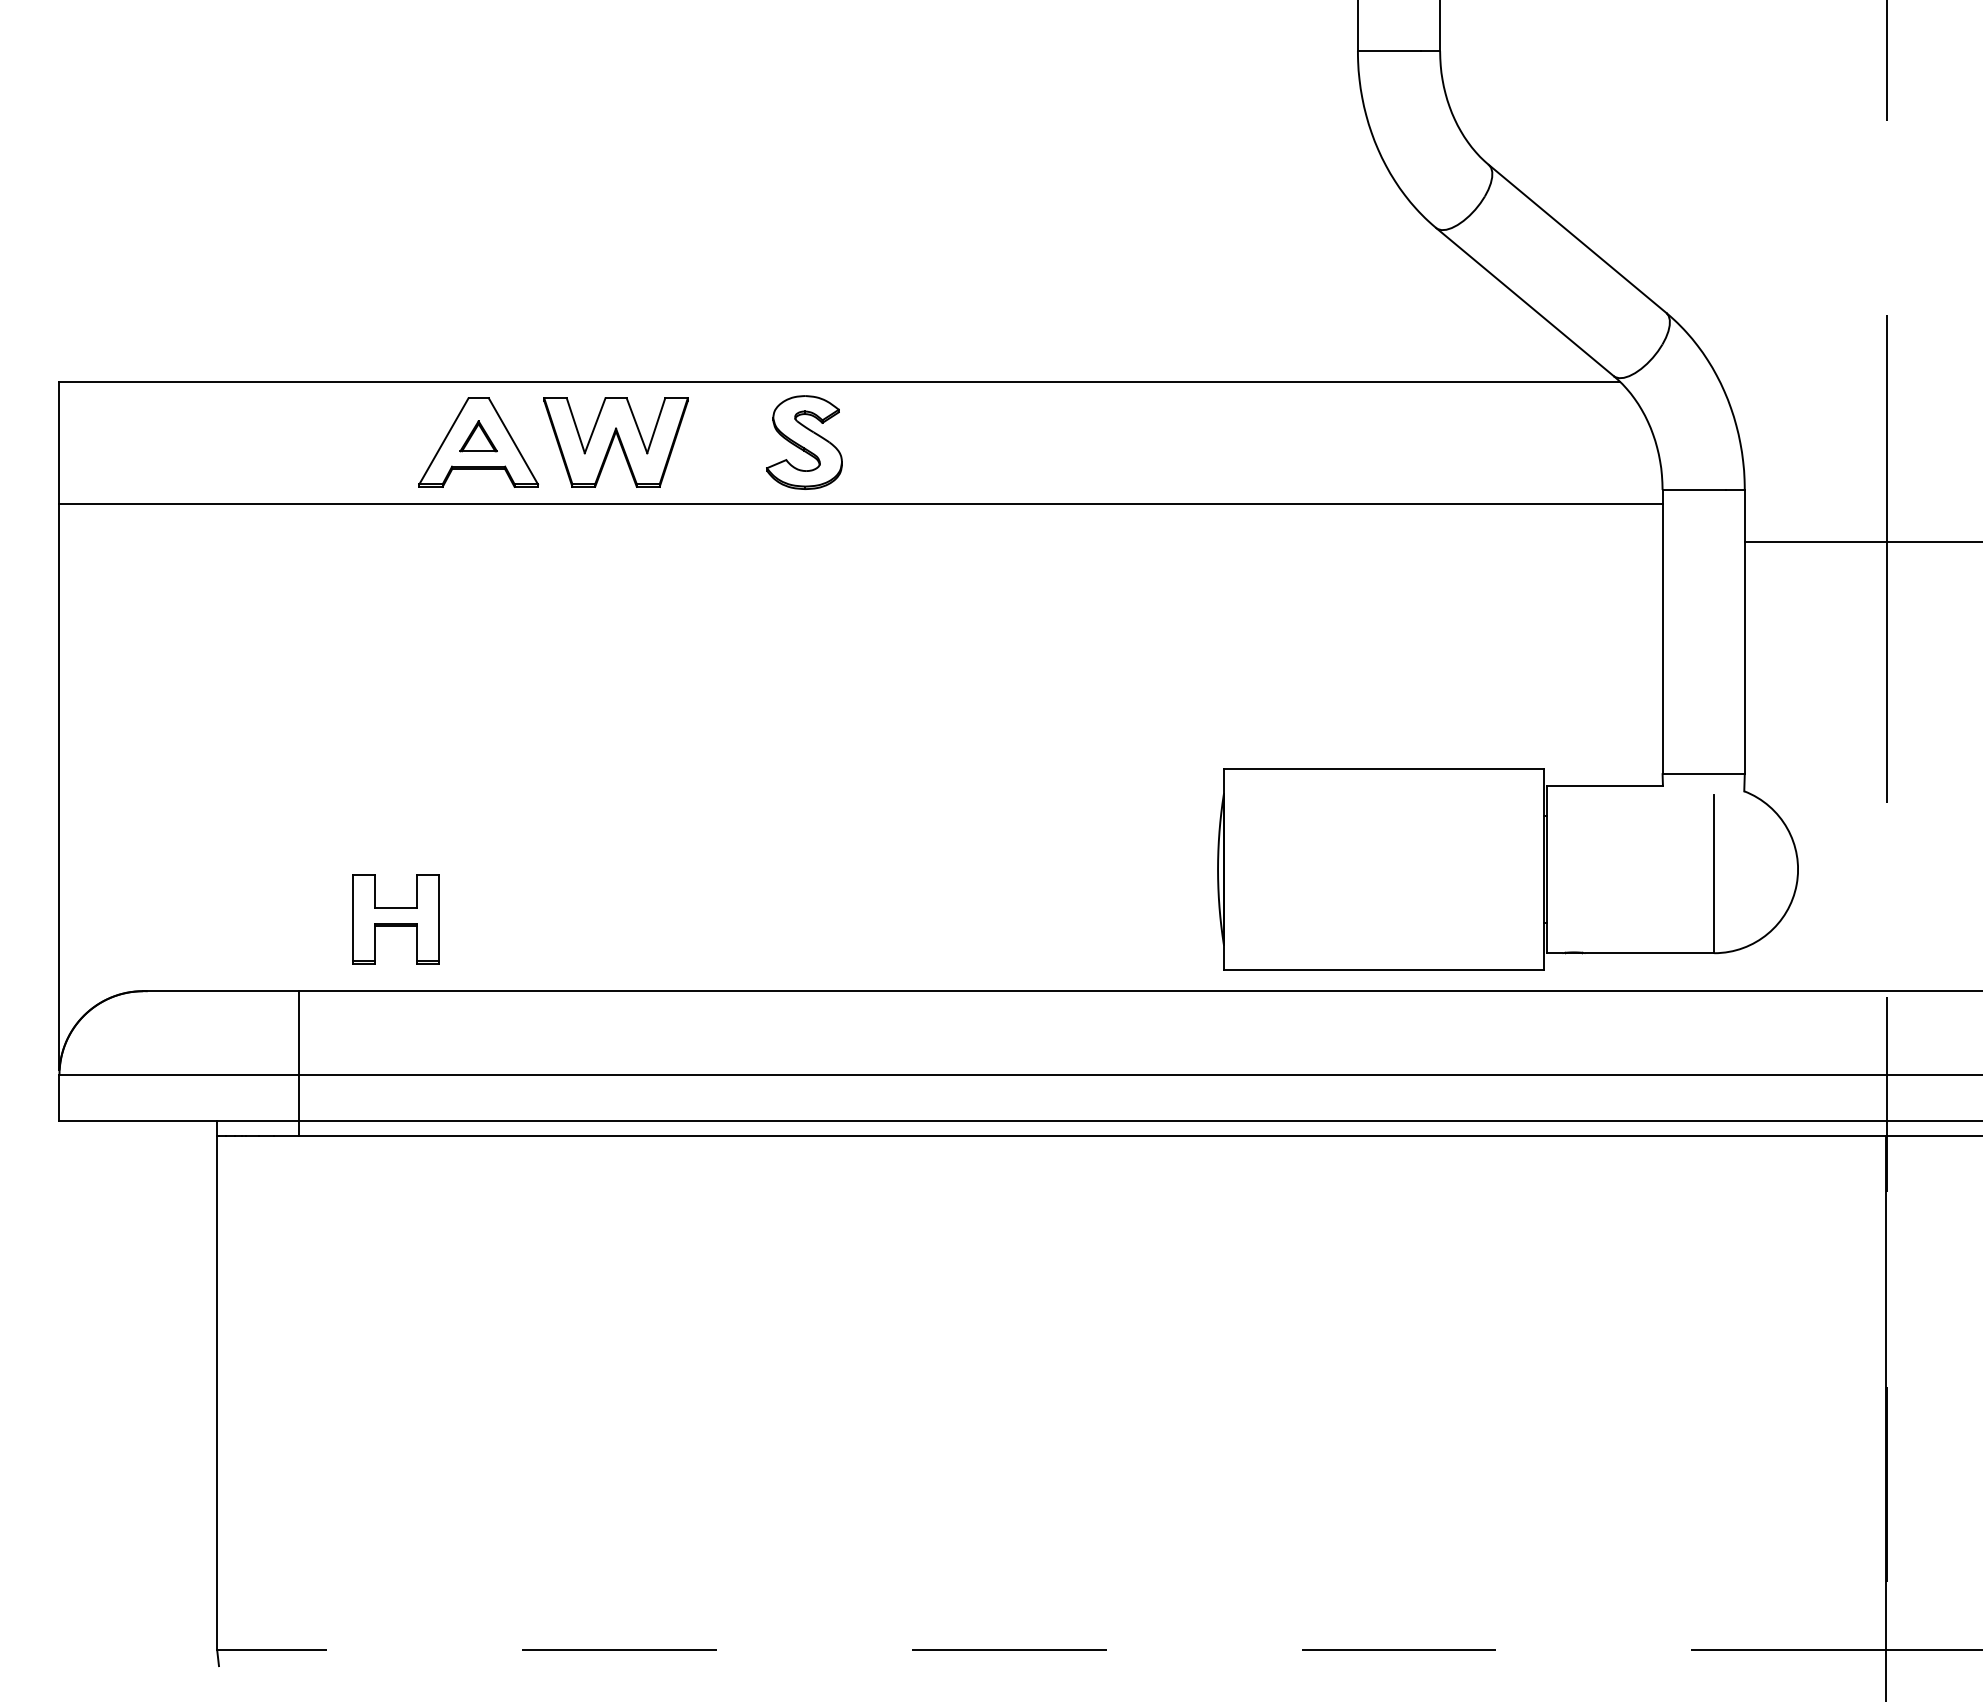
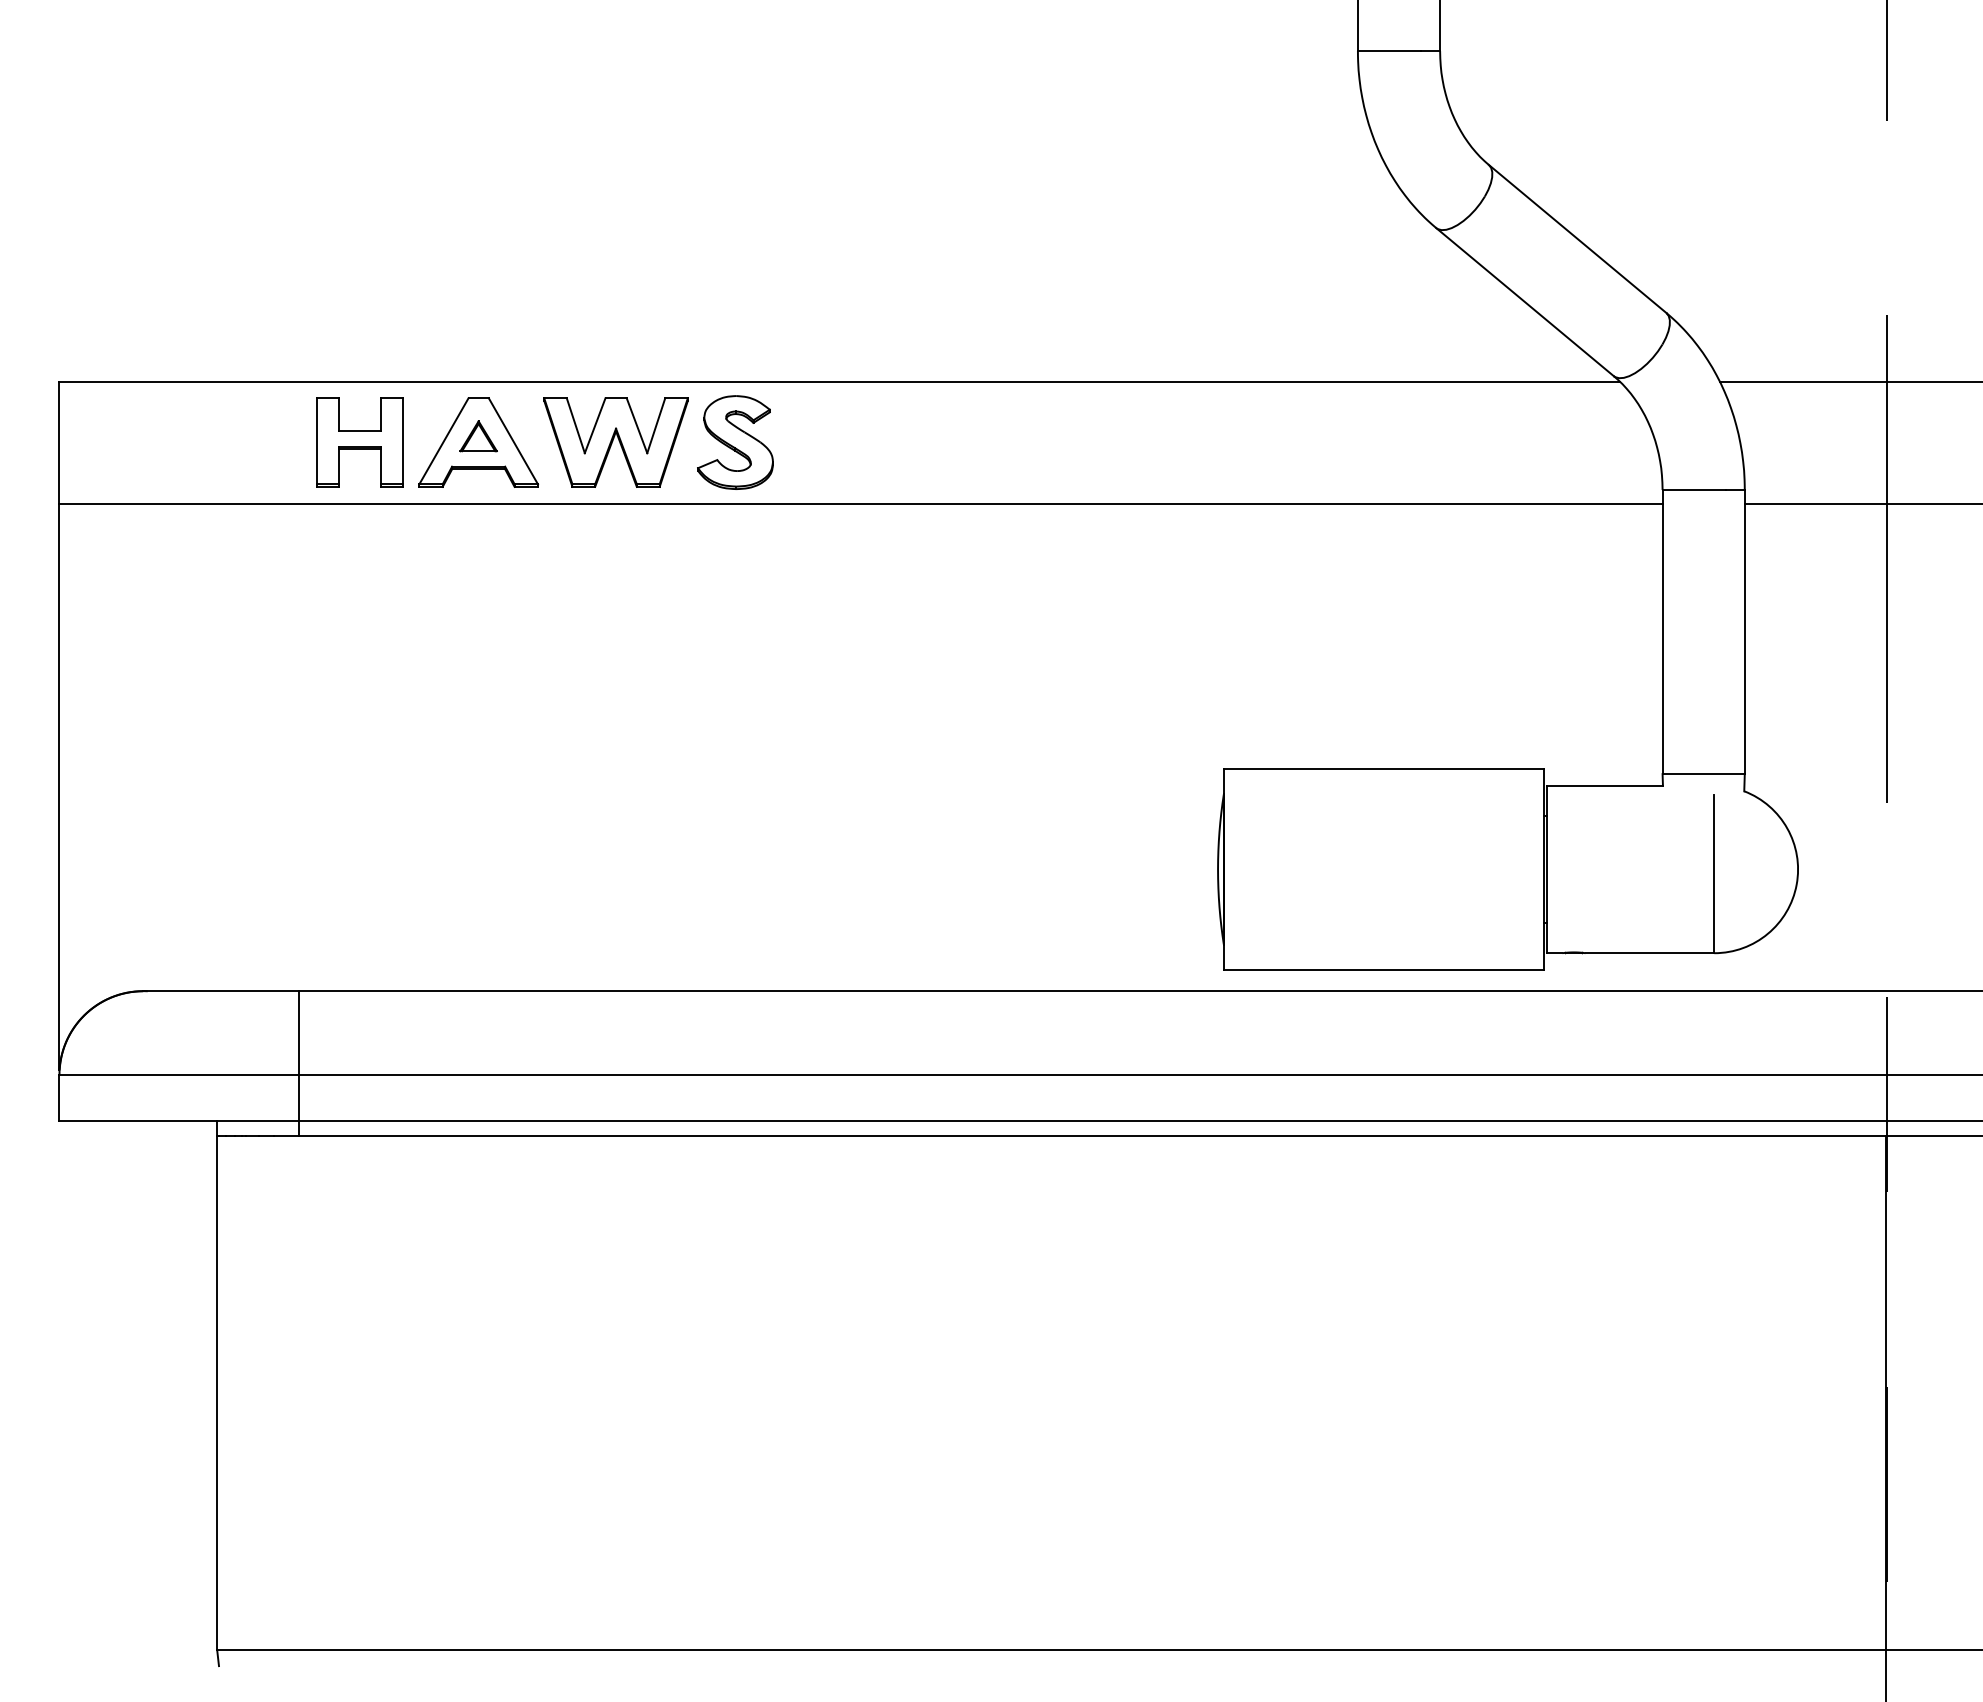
line at (1849, 382): none -> present
part at (804, 442) position: (804, 442) -> (735, 442)
line at (1861, 542) position: (1861, 542) -> (1861, 504)
part at (395, 919) position: (395, 919) -> (359, 442)
line at (1051, 1650): dashed -> solid
